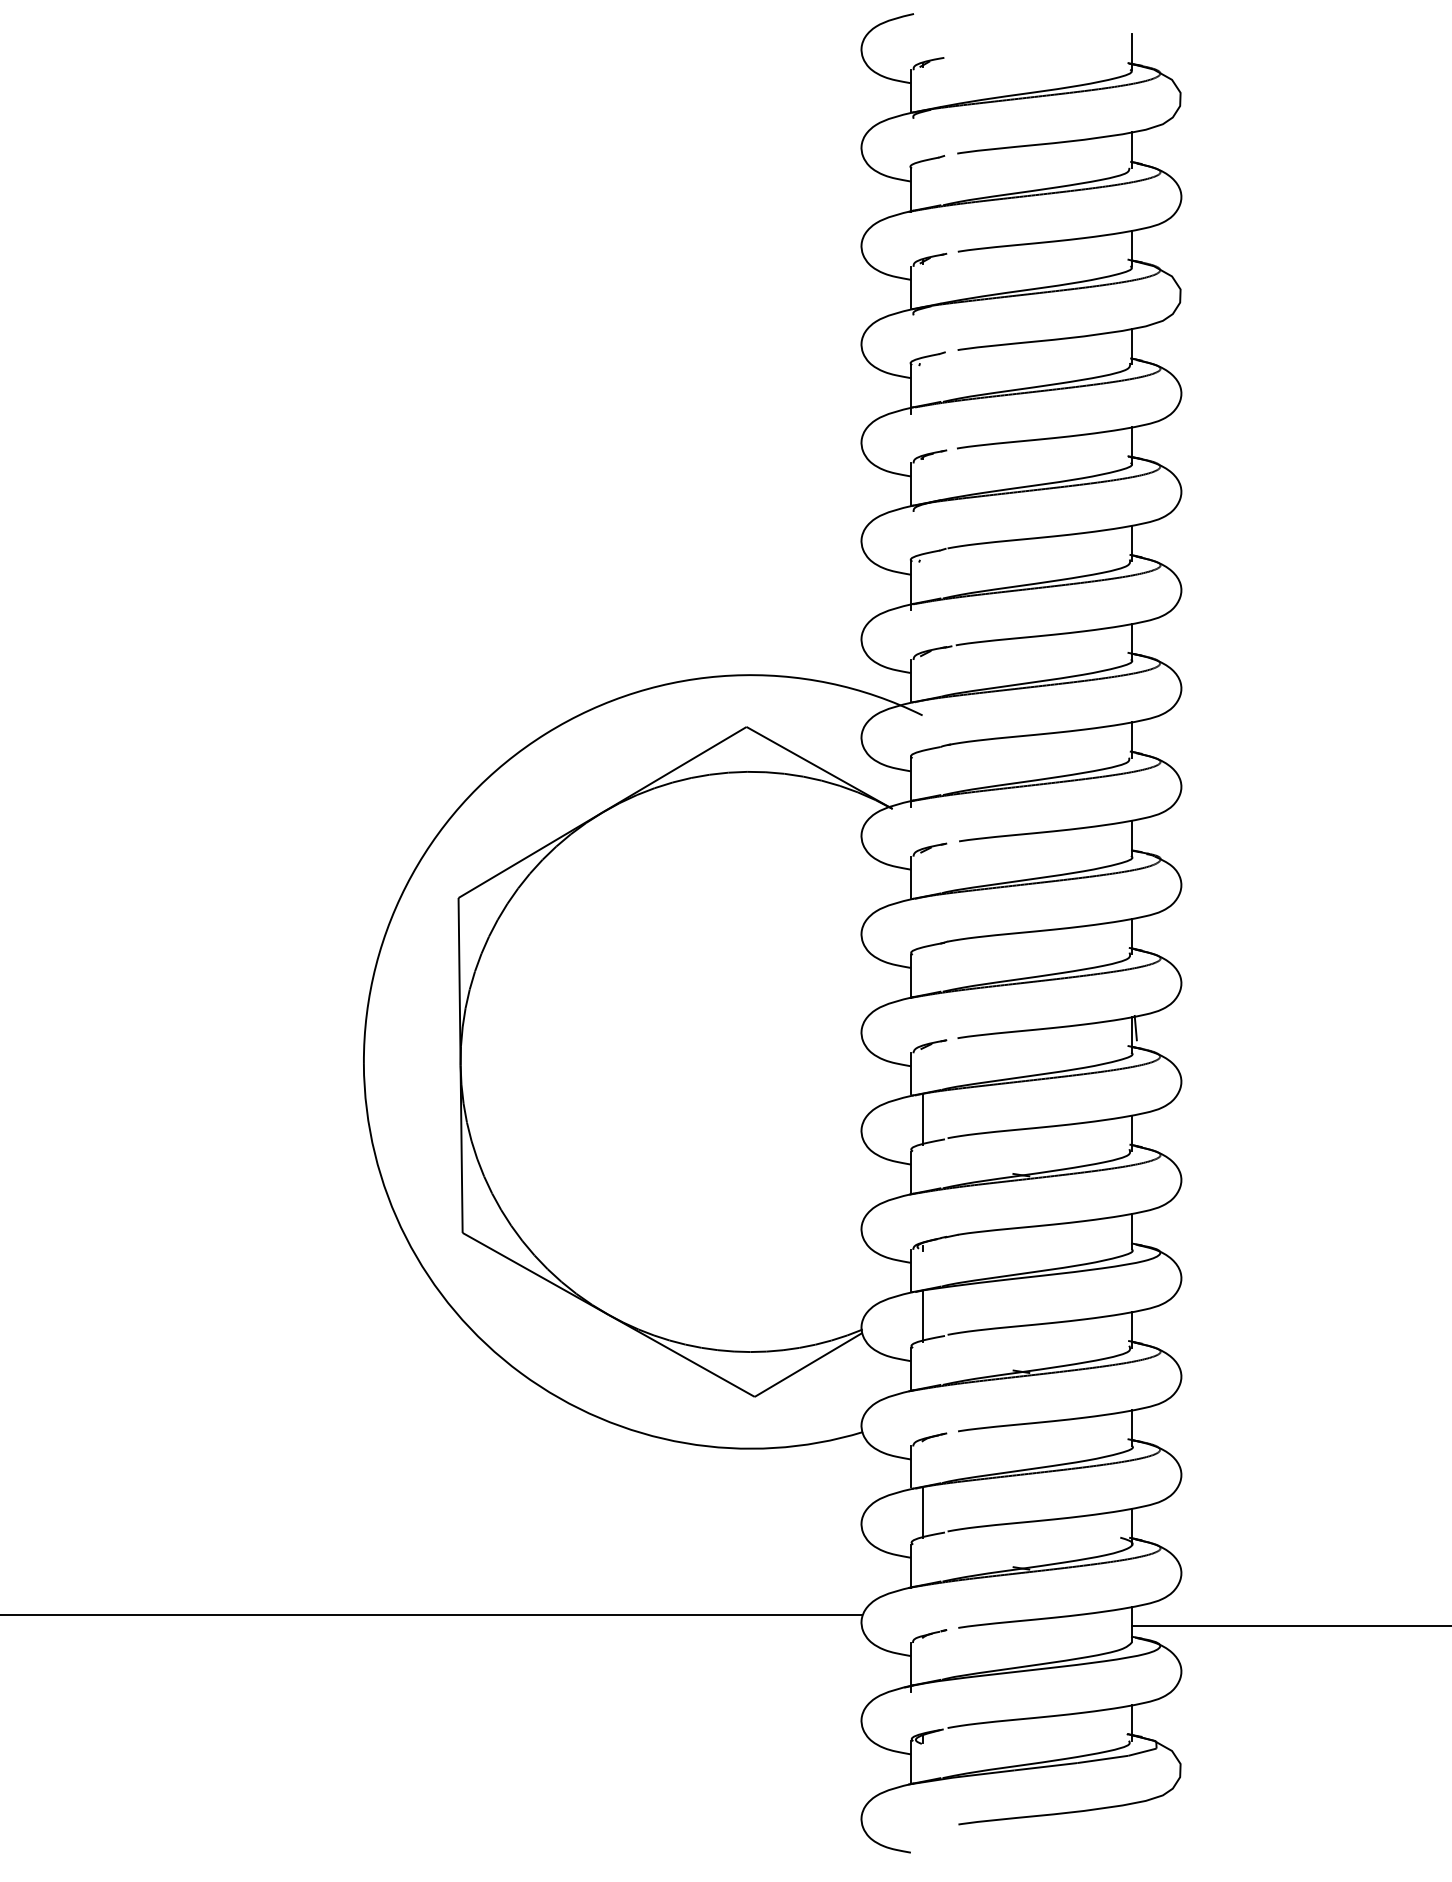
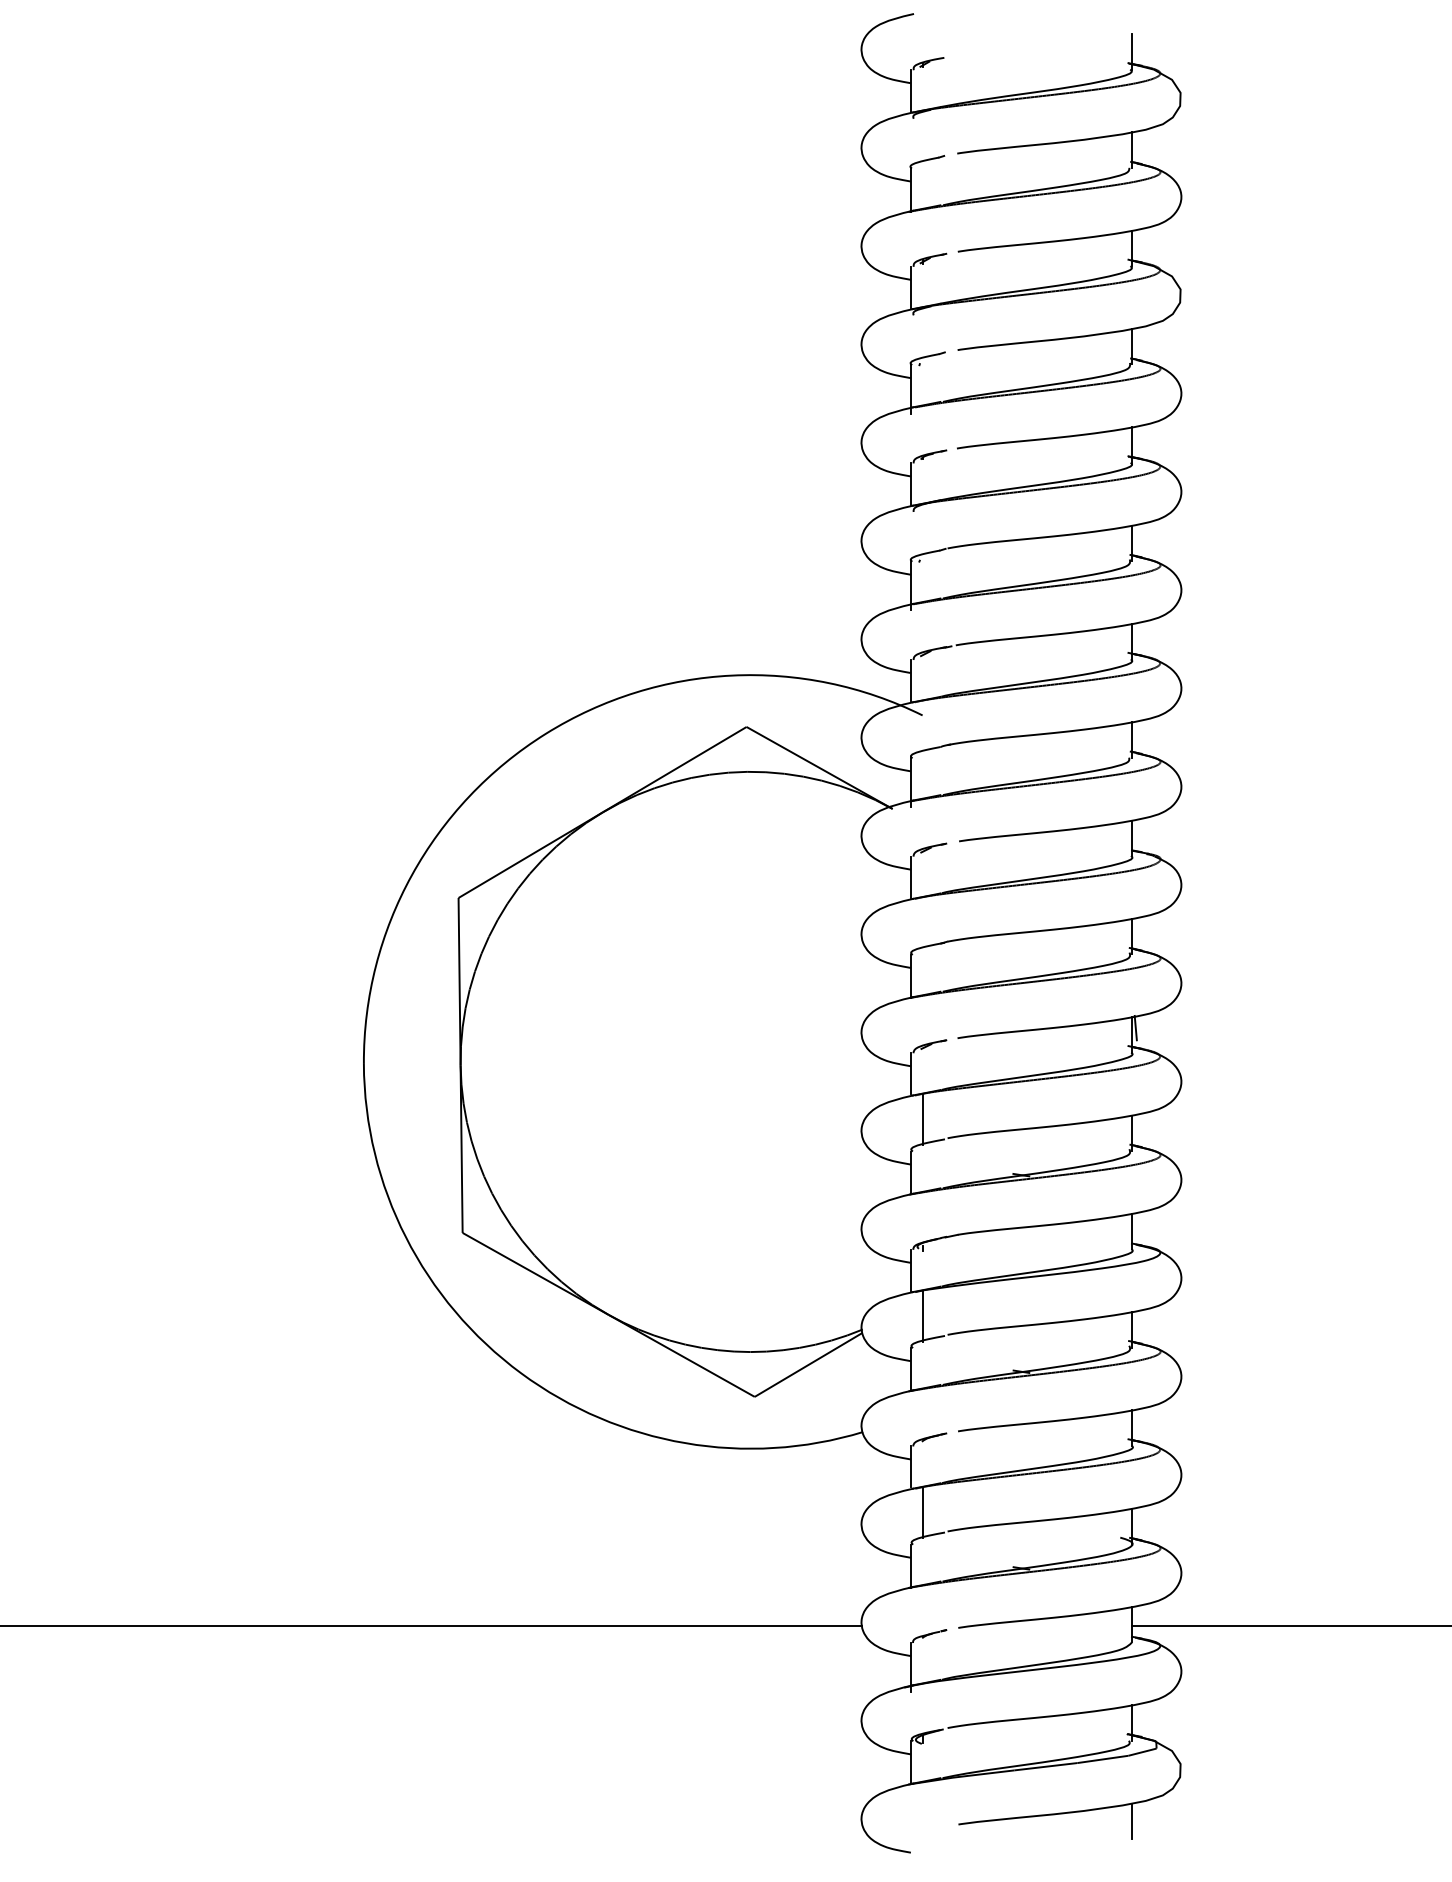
line at (432, 1615) position: (432, 1615) -> (432, 1626)
line at (1131, 1821): none -> present
